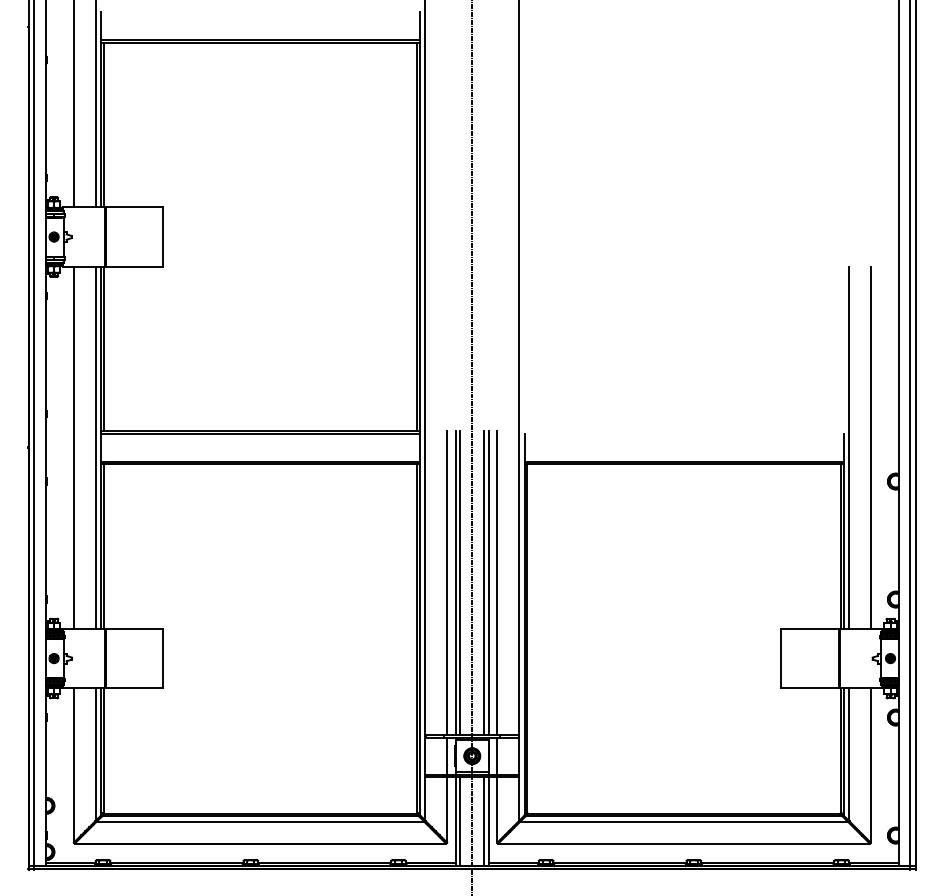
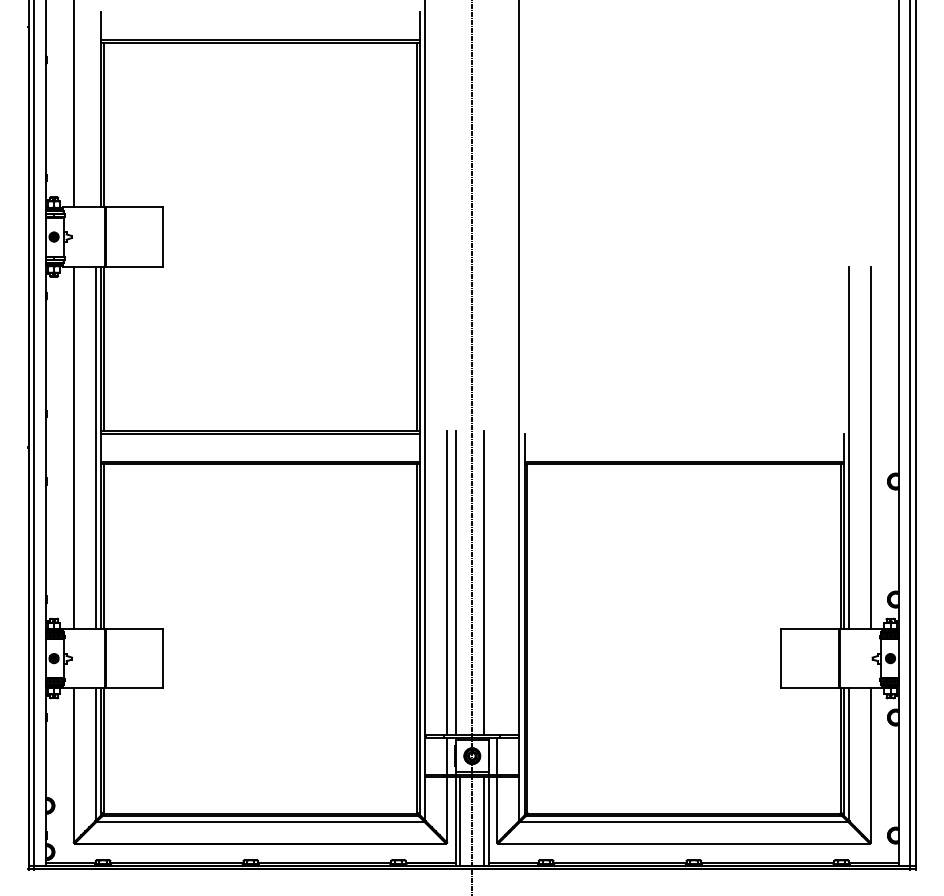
line at (95, 104): present -> none
line at (460, 583): present -> none
line at (488, 583): present -> none
line at (497, 583): present -> none
